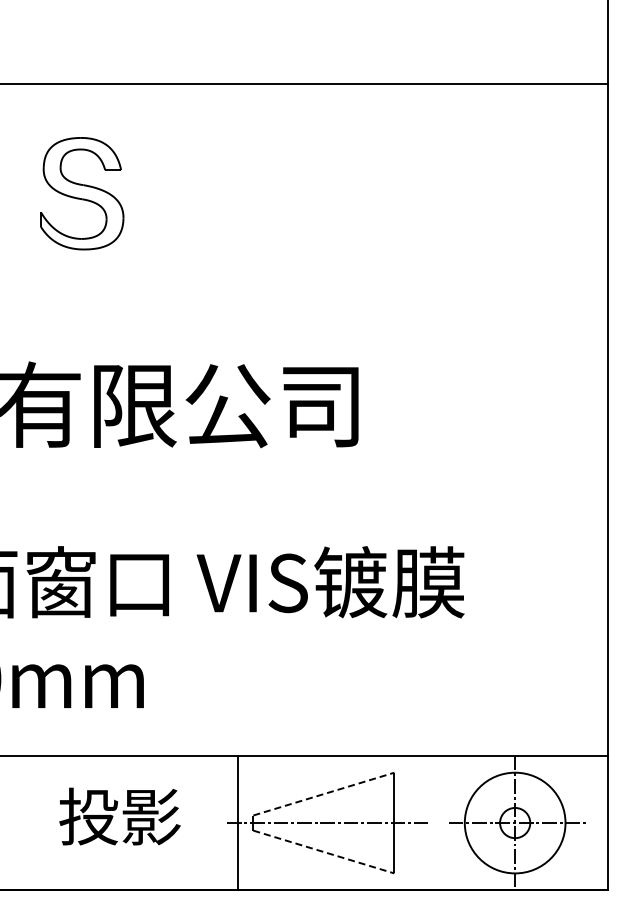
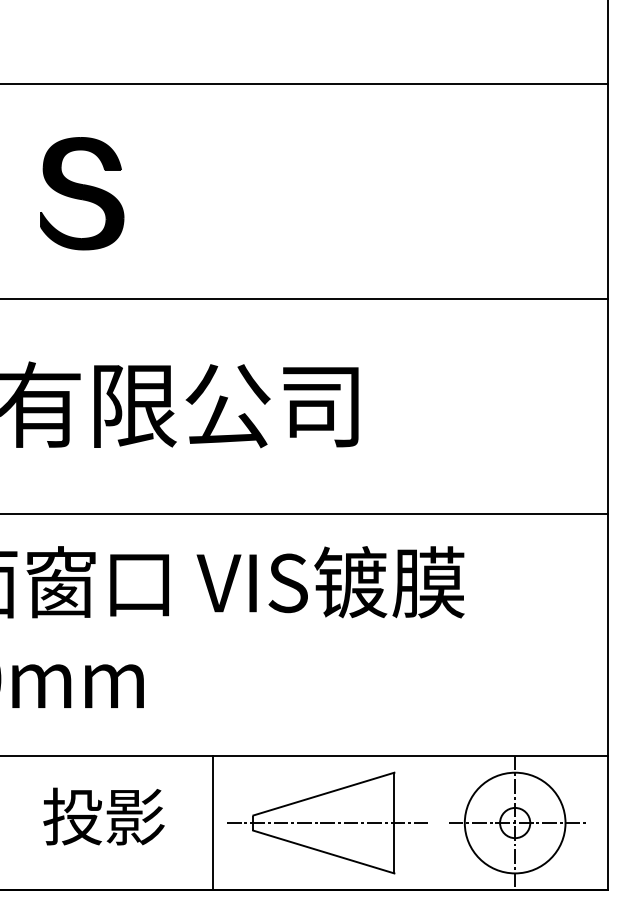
fill at (81, 193): none -> present
line at (305, 299): none -> present
line at (305, 514): none -> present
line at (323, 794): dashed -> solid
text at (119, 816) position: (119, 816) -> (103, 816)
line at (237, 822) position: (237, 822) -> (212, 822)
line at (323, 852): dashed -> solid
